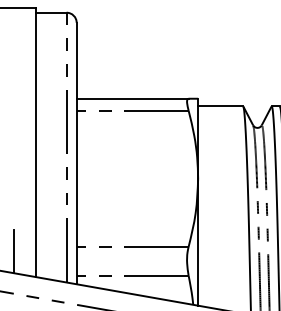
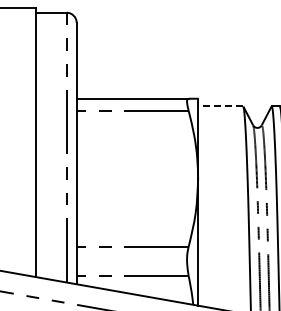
line at (220, 106): solid -> dashed
line at (13, 251): present -> none
